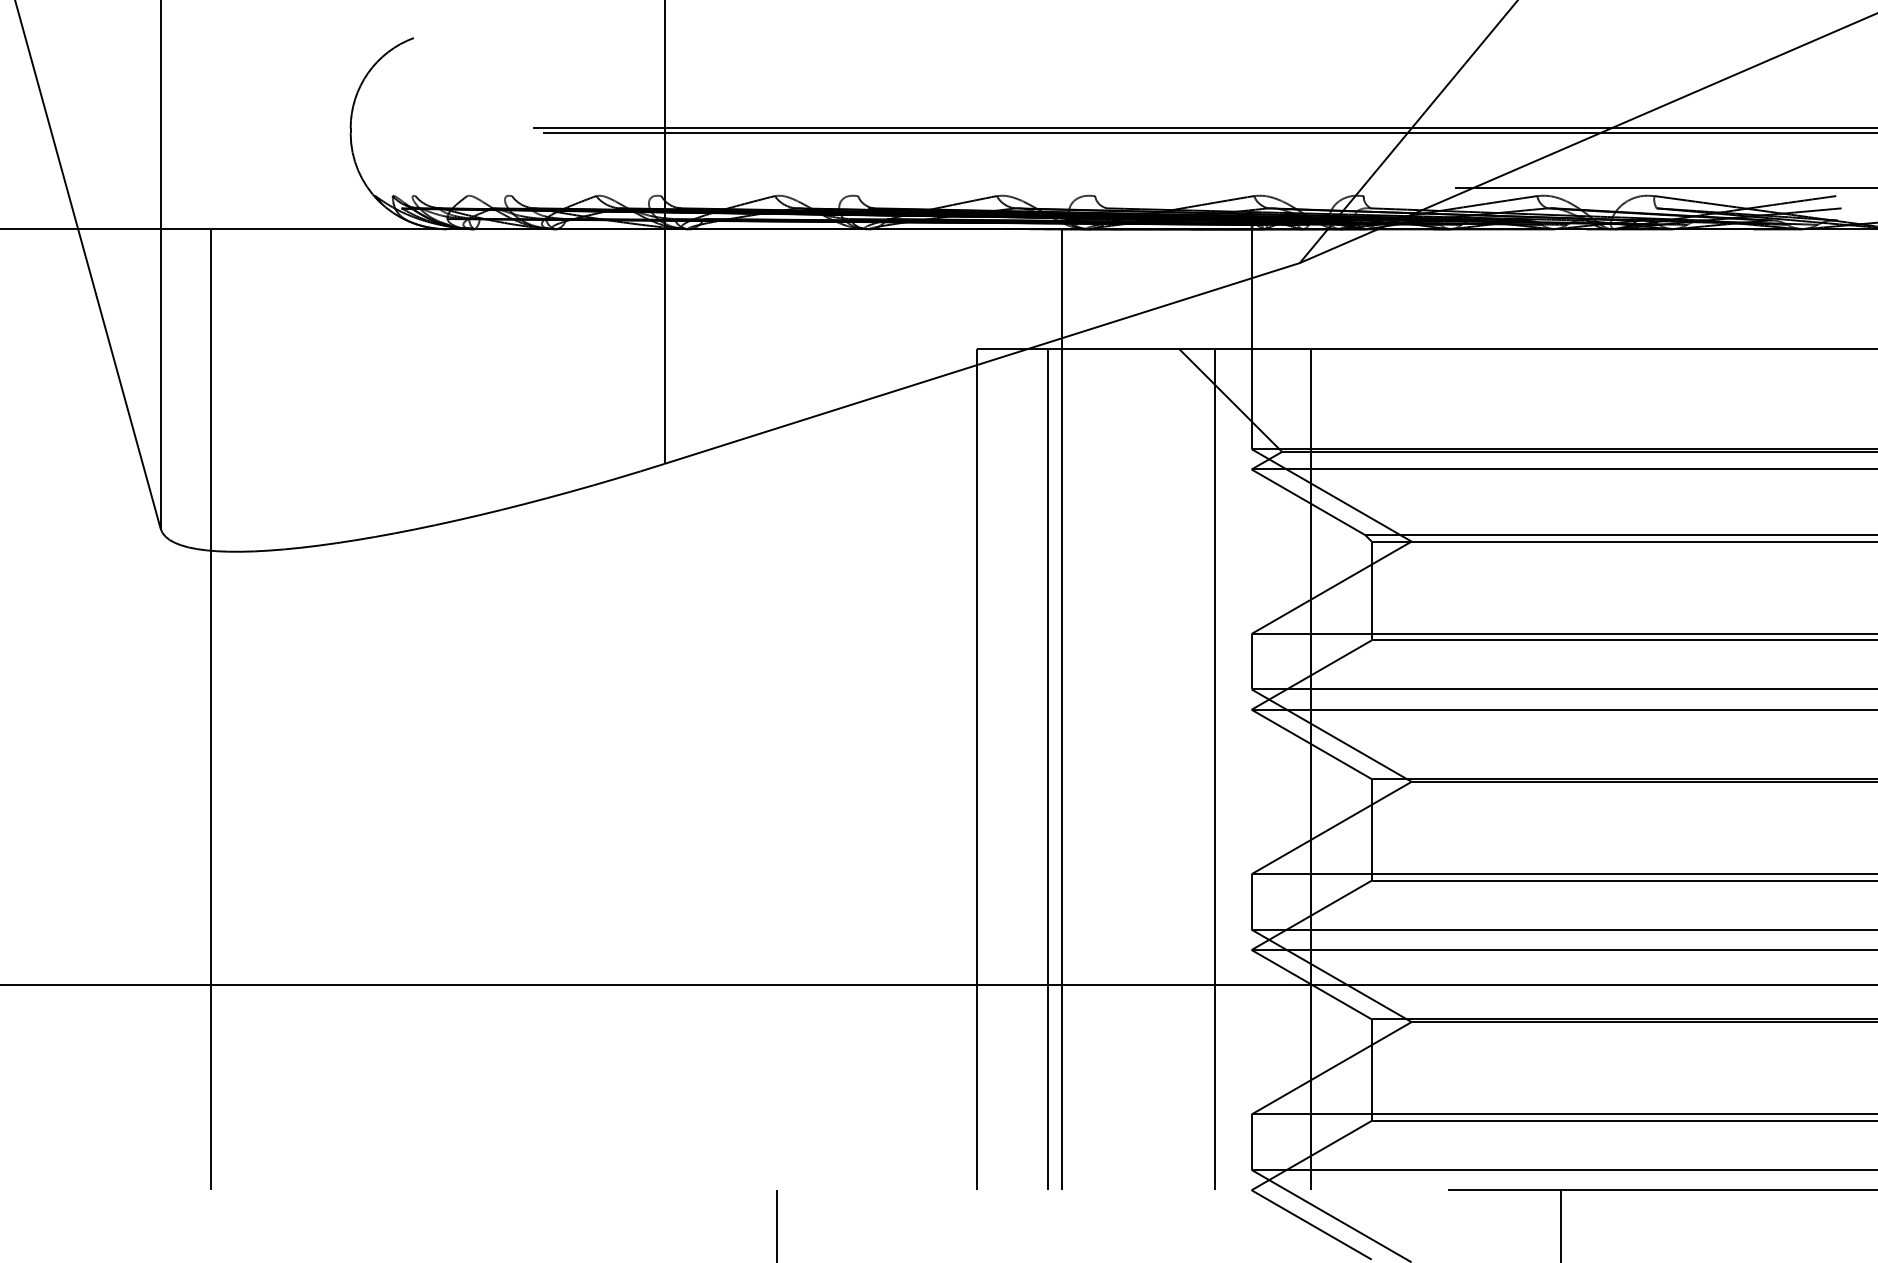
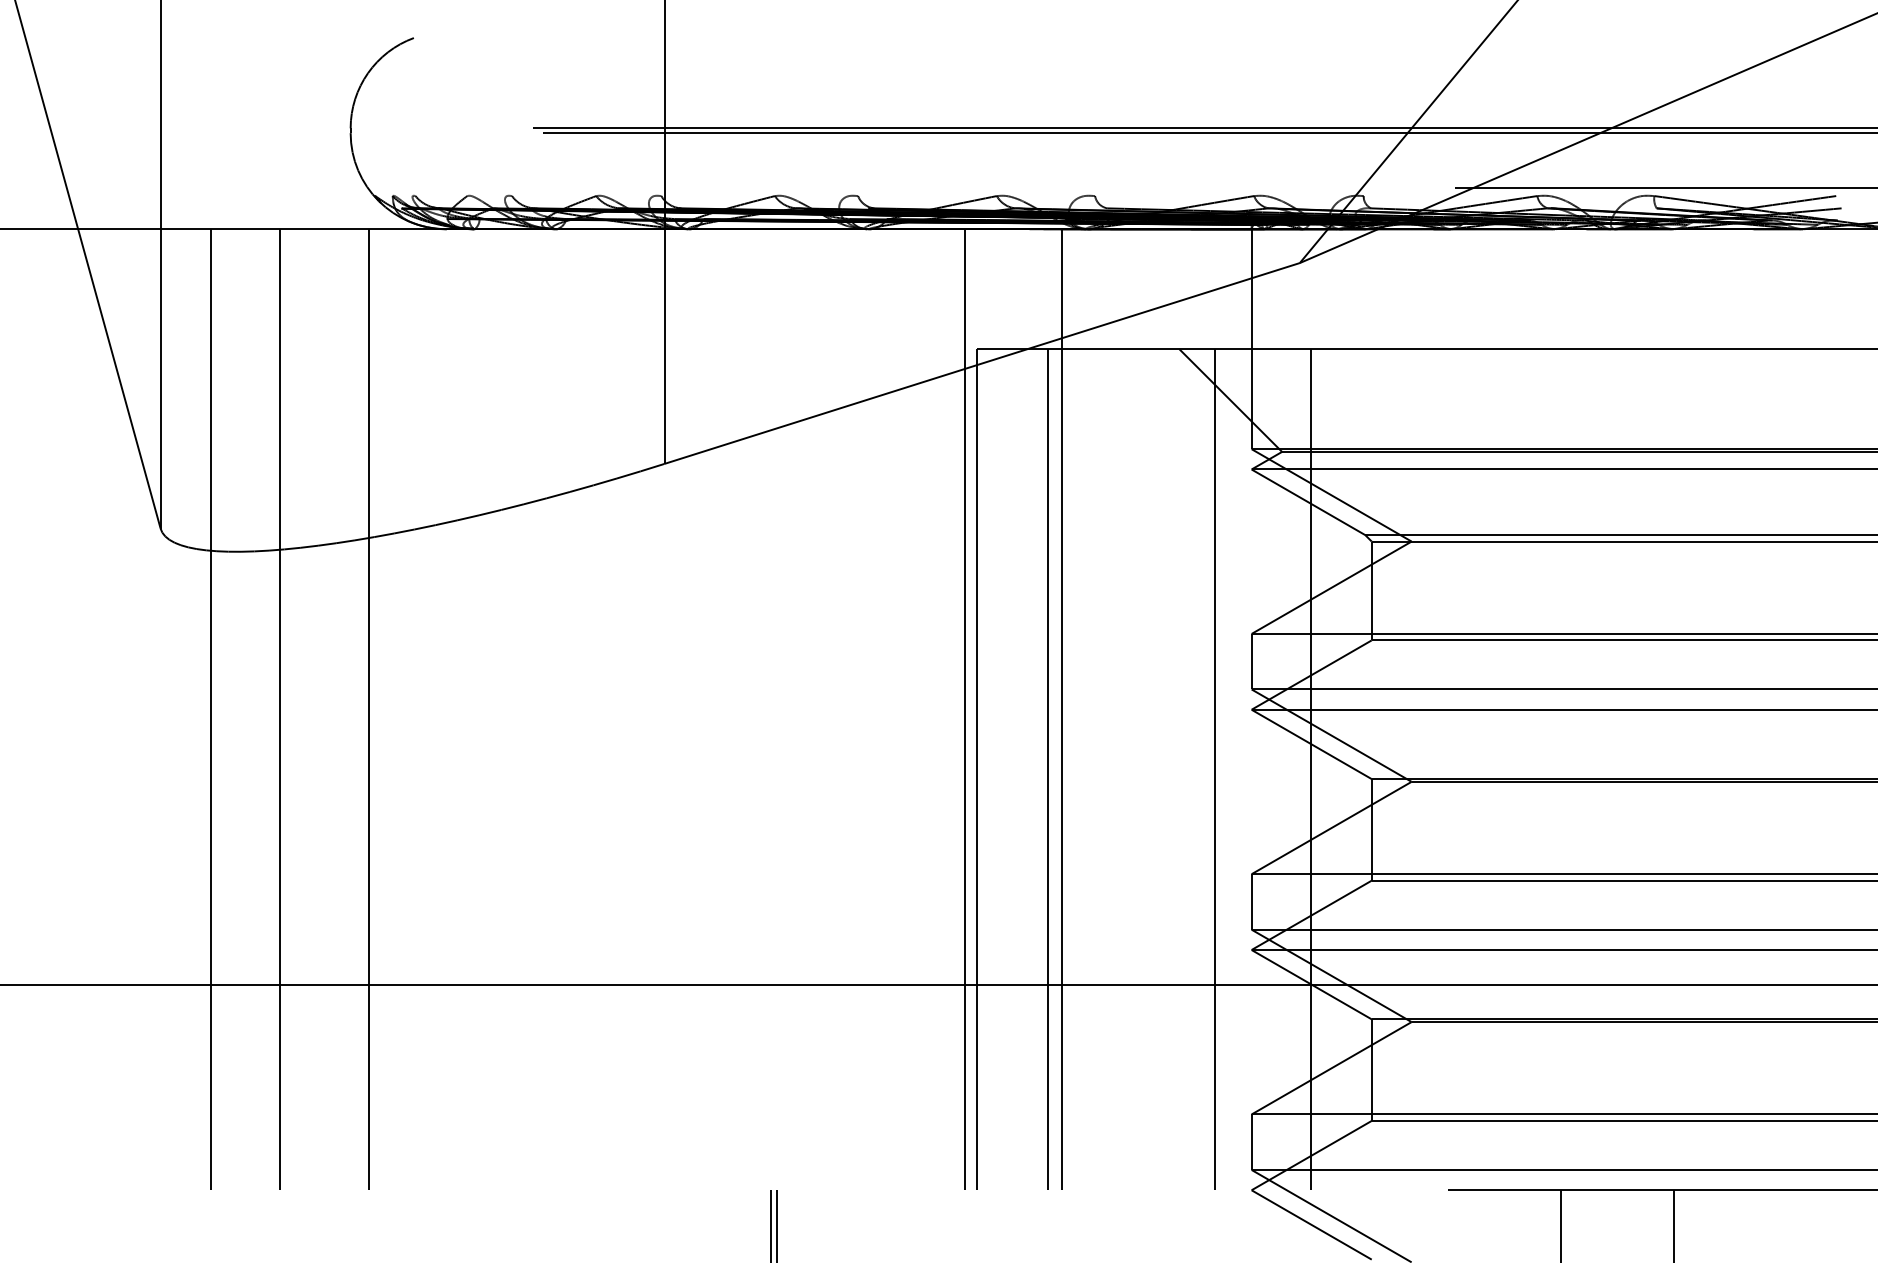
line at (280, 709): none -> present
line at (368, 709): none -> present
line at (964, 709): none -> present
line at (771, 1224): none -> present
line at (1674, 1224): none -> present
